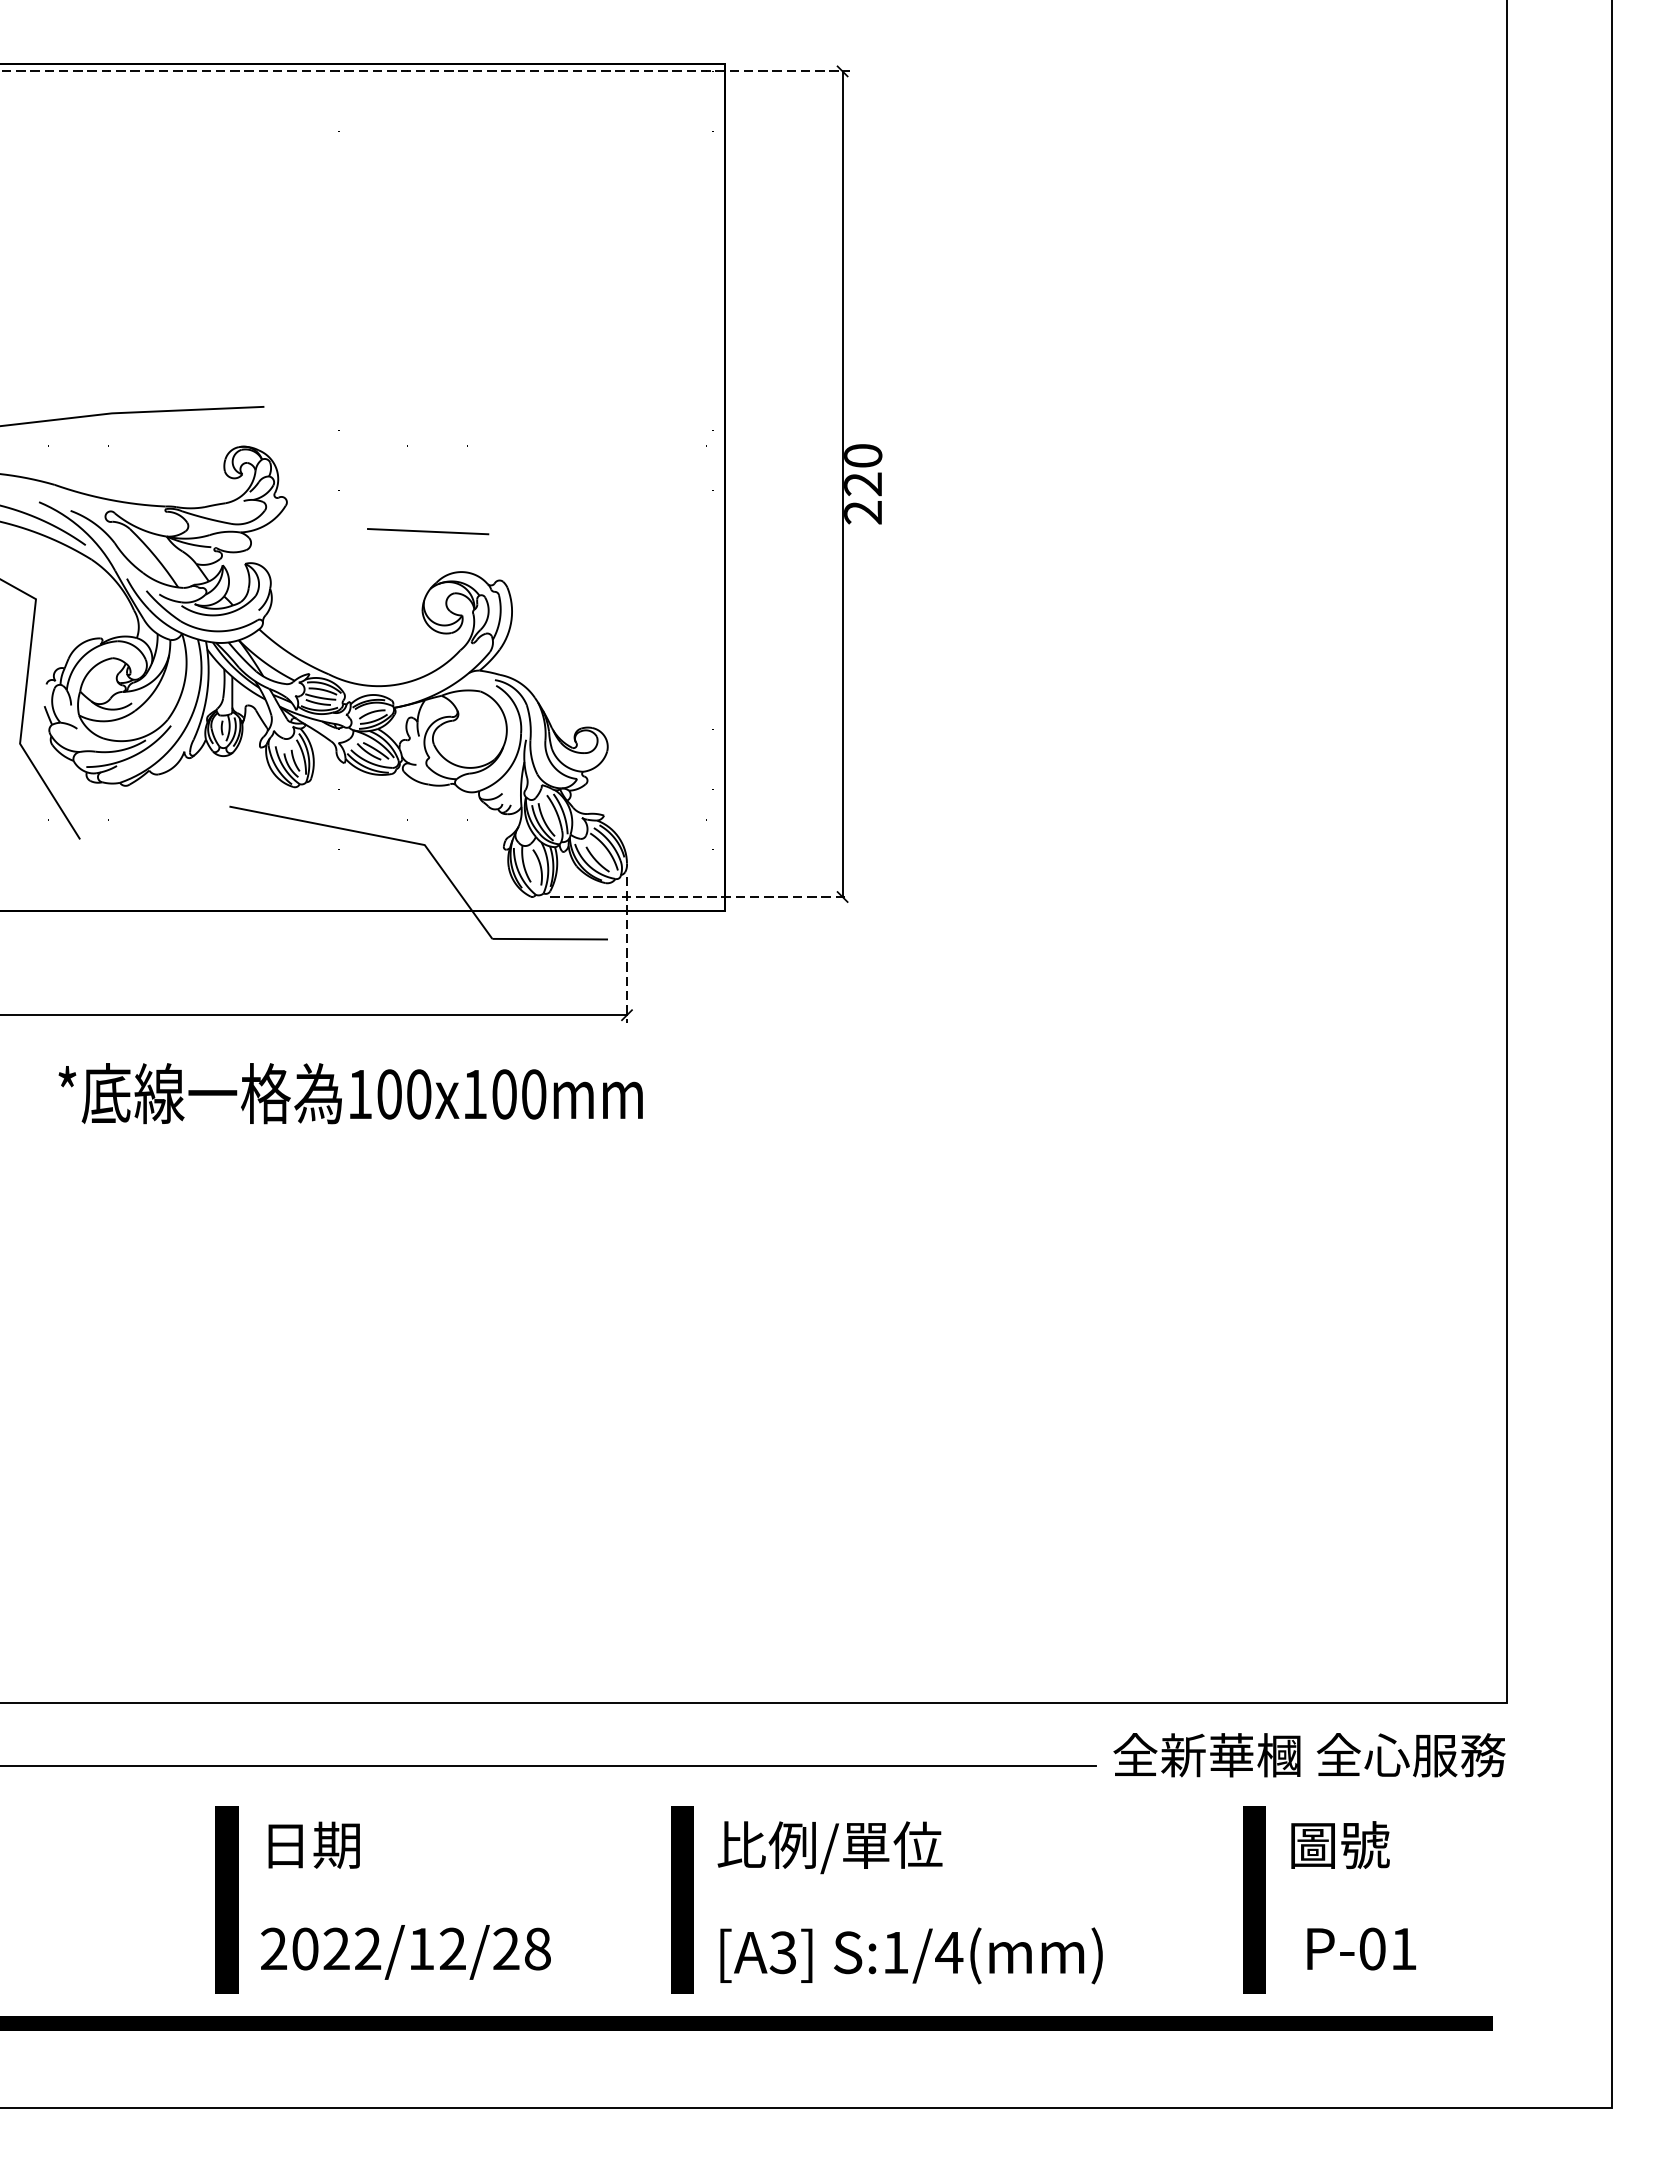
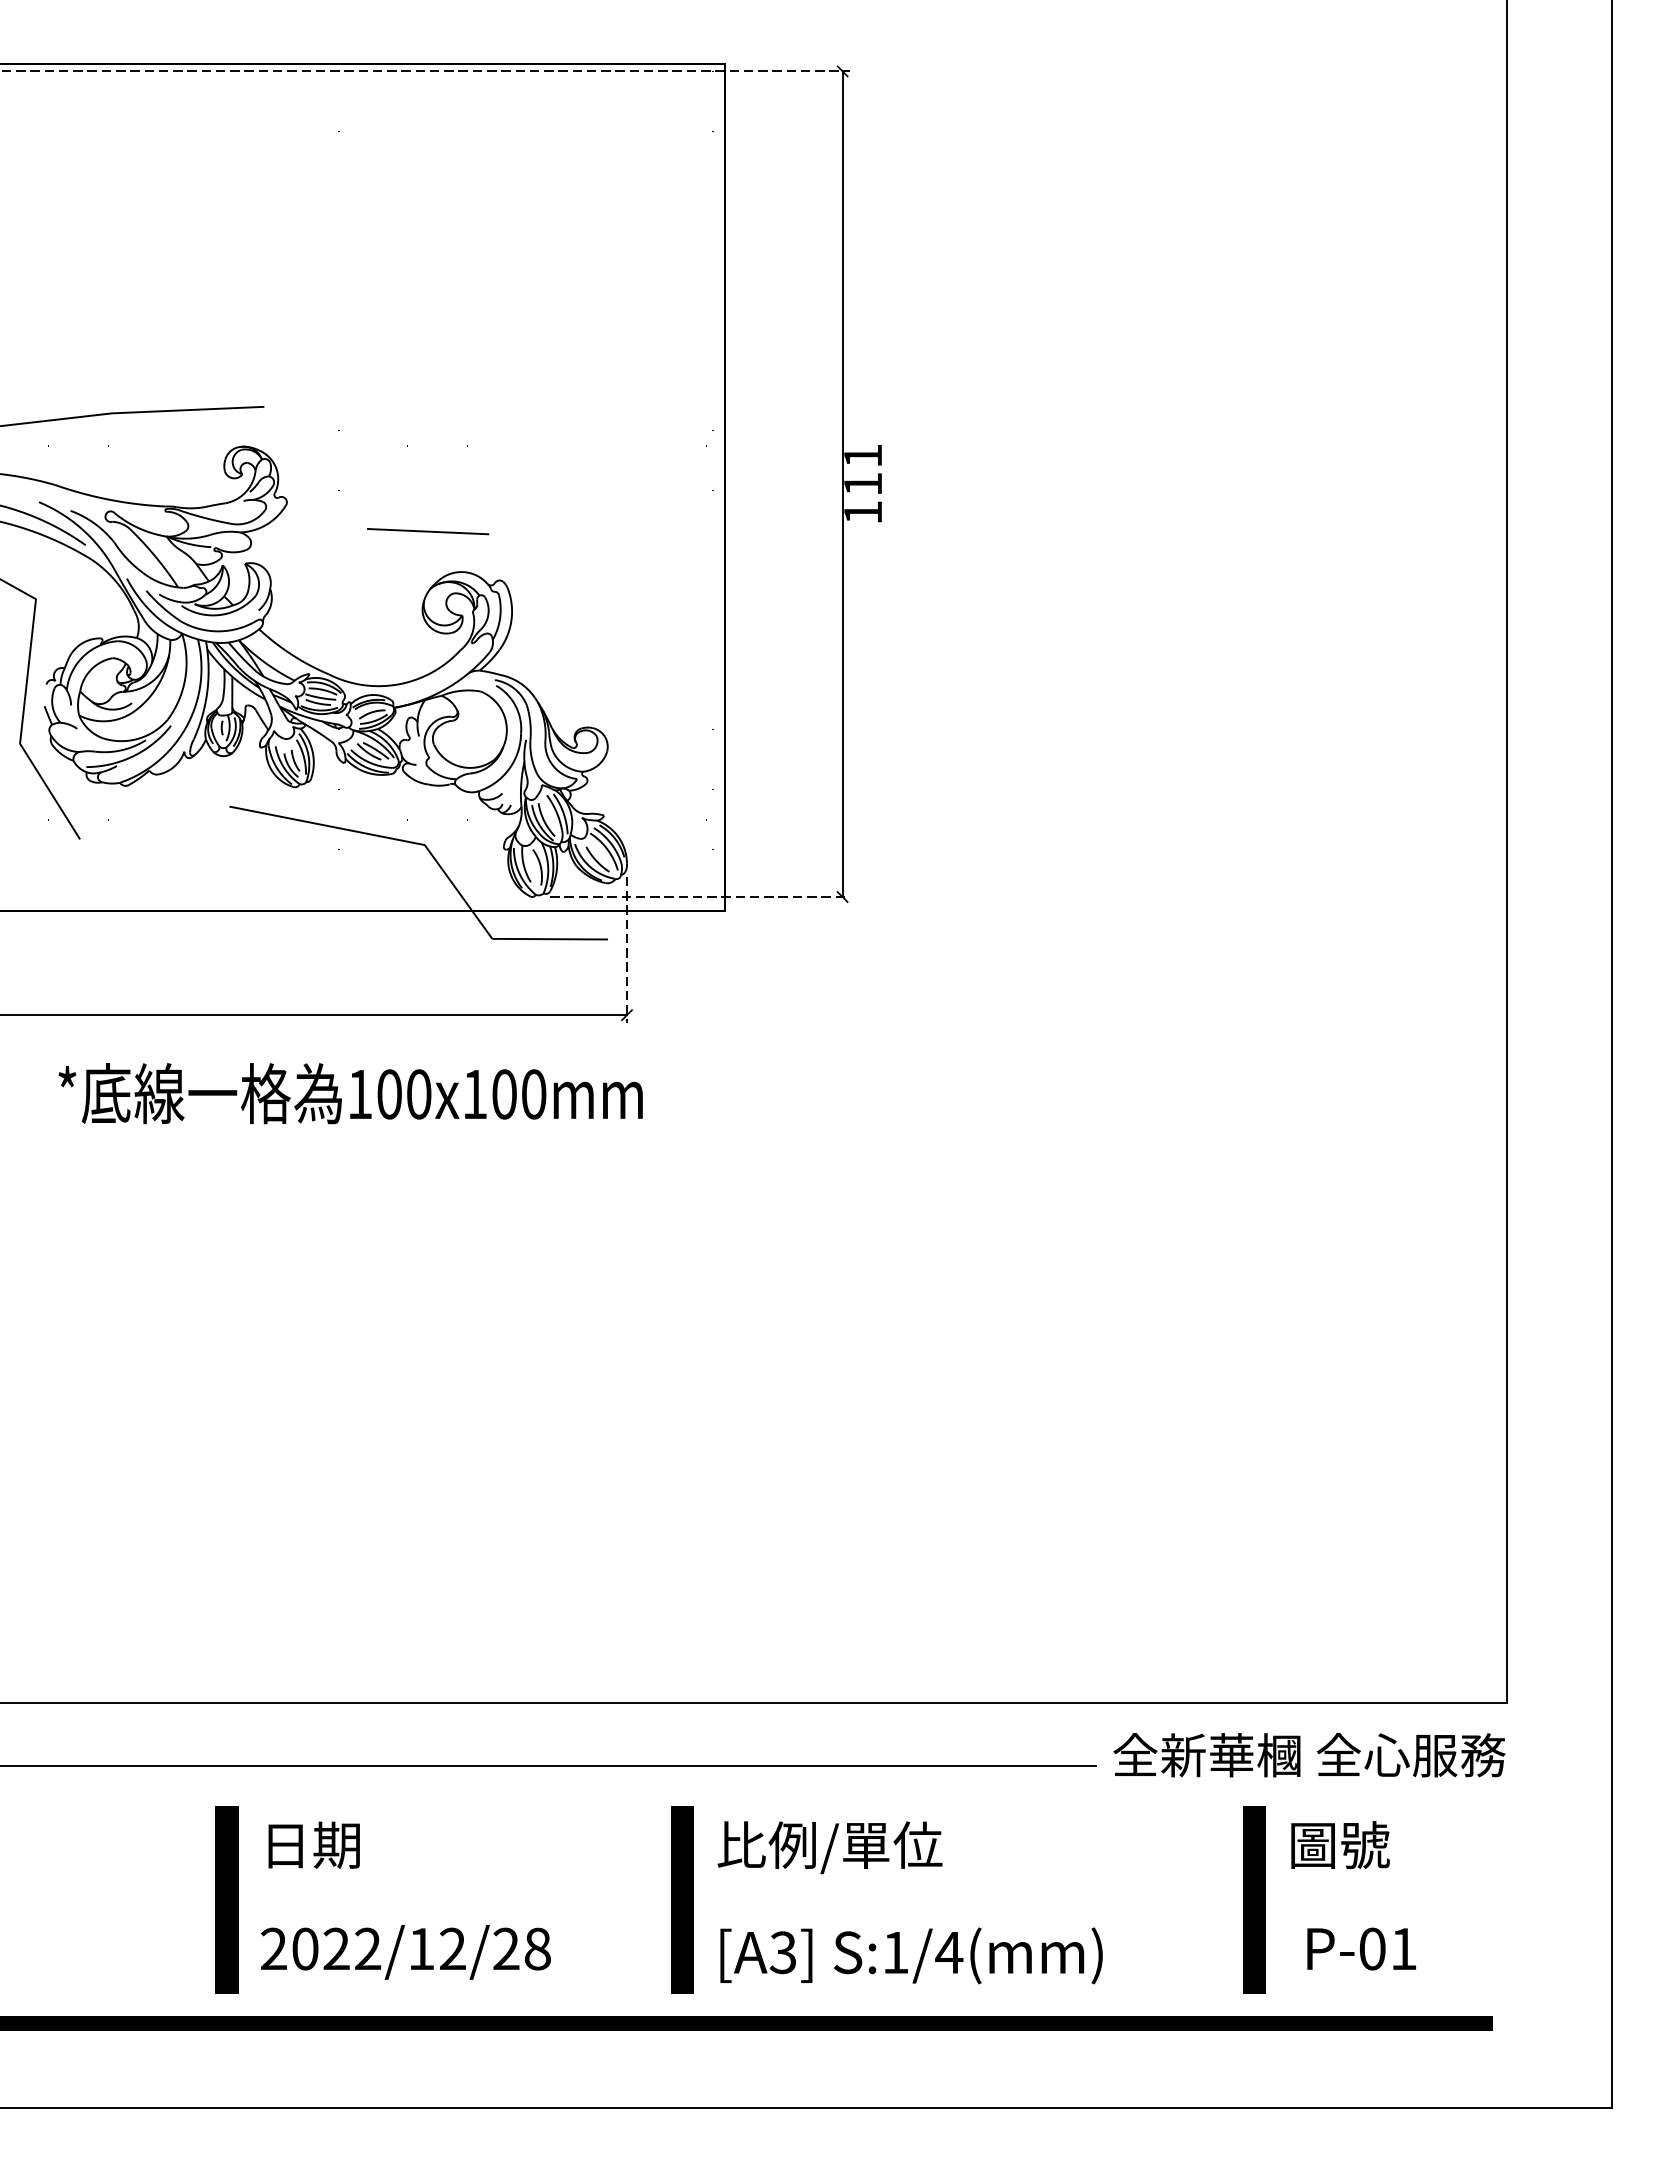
text at (863, 484): 220 -> 111
